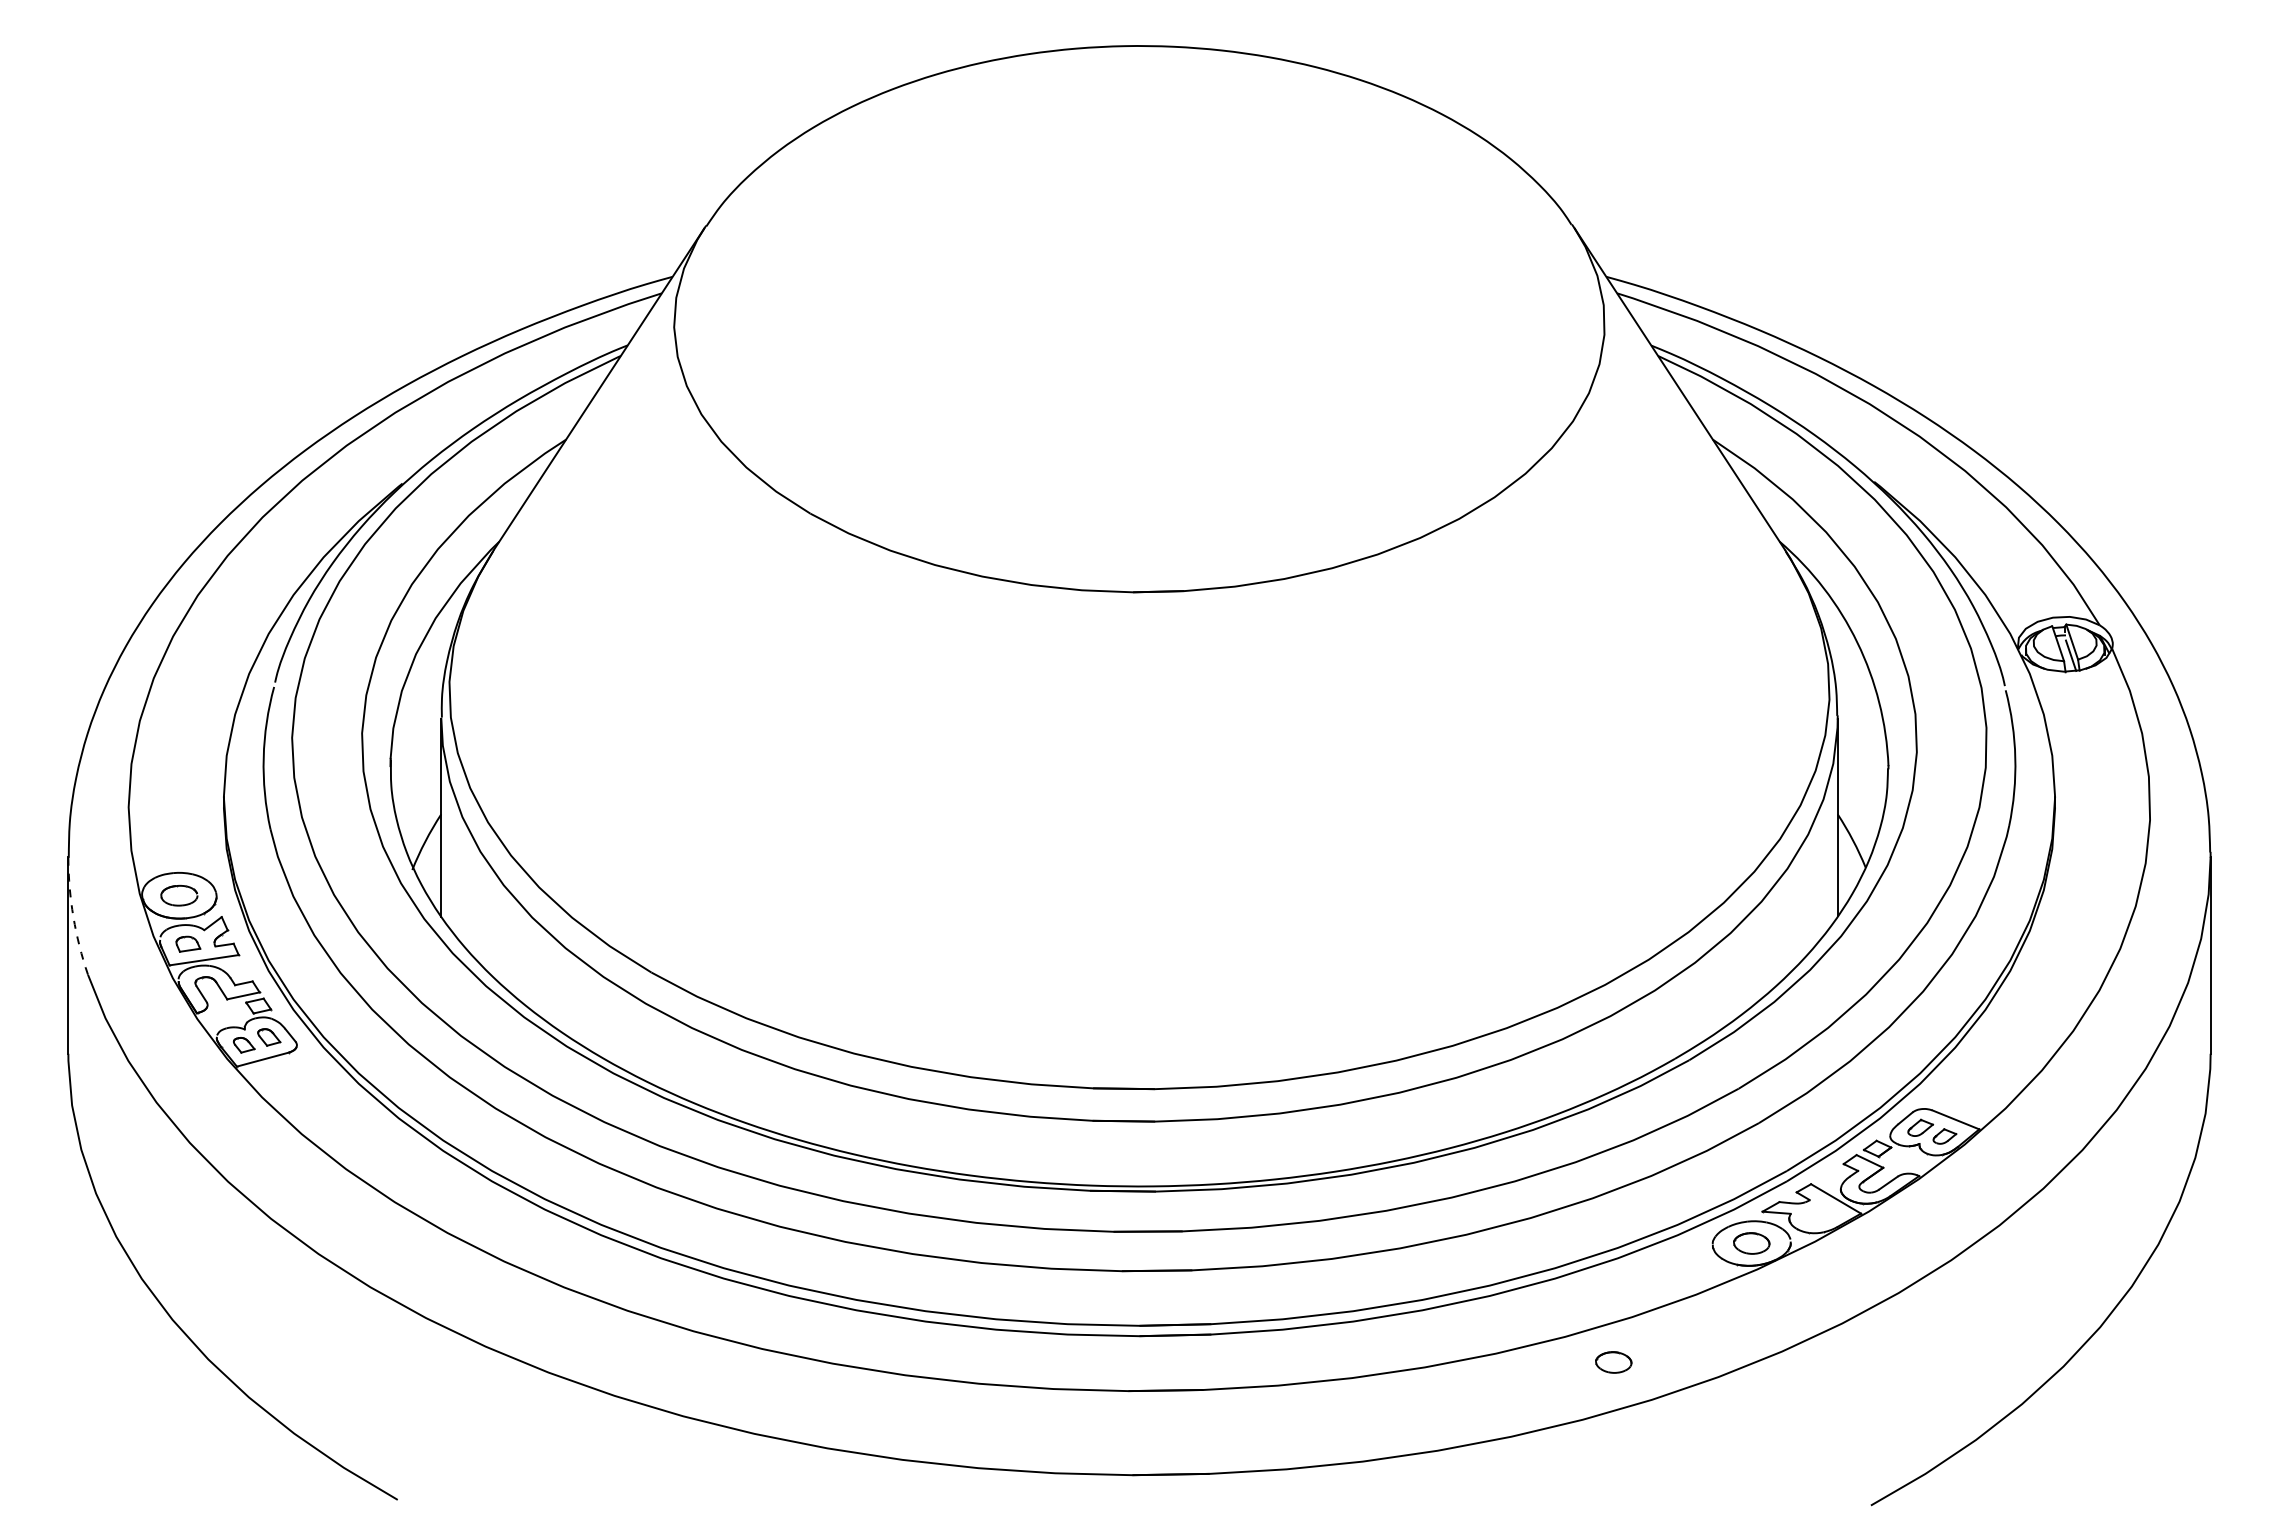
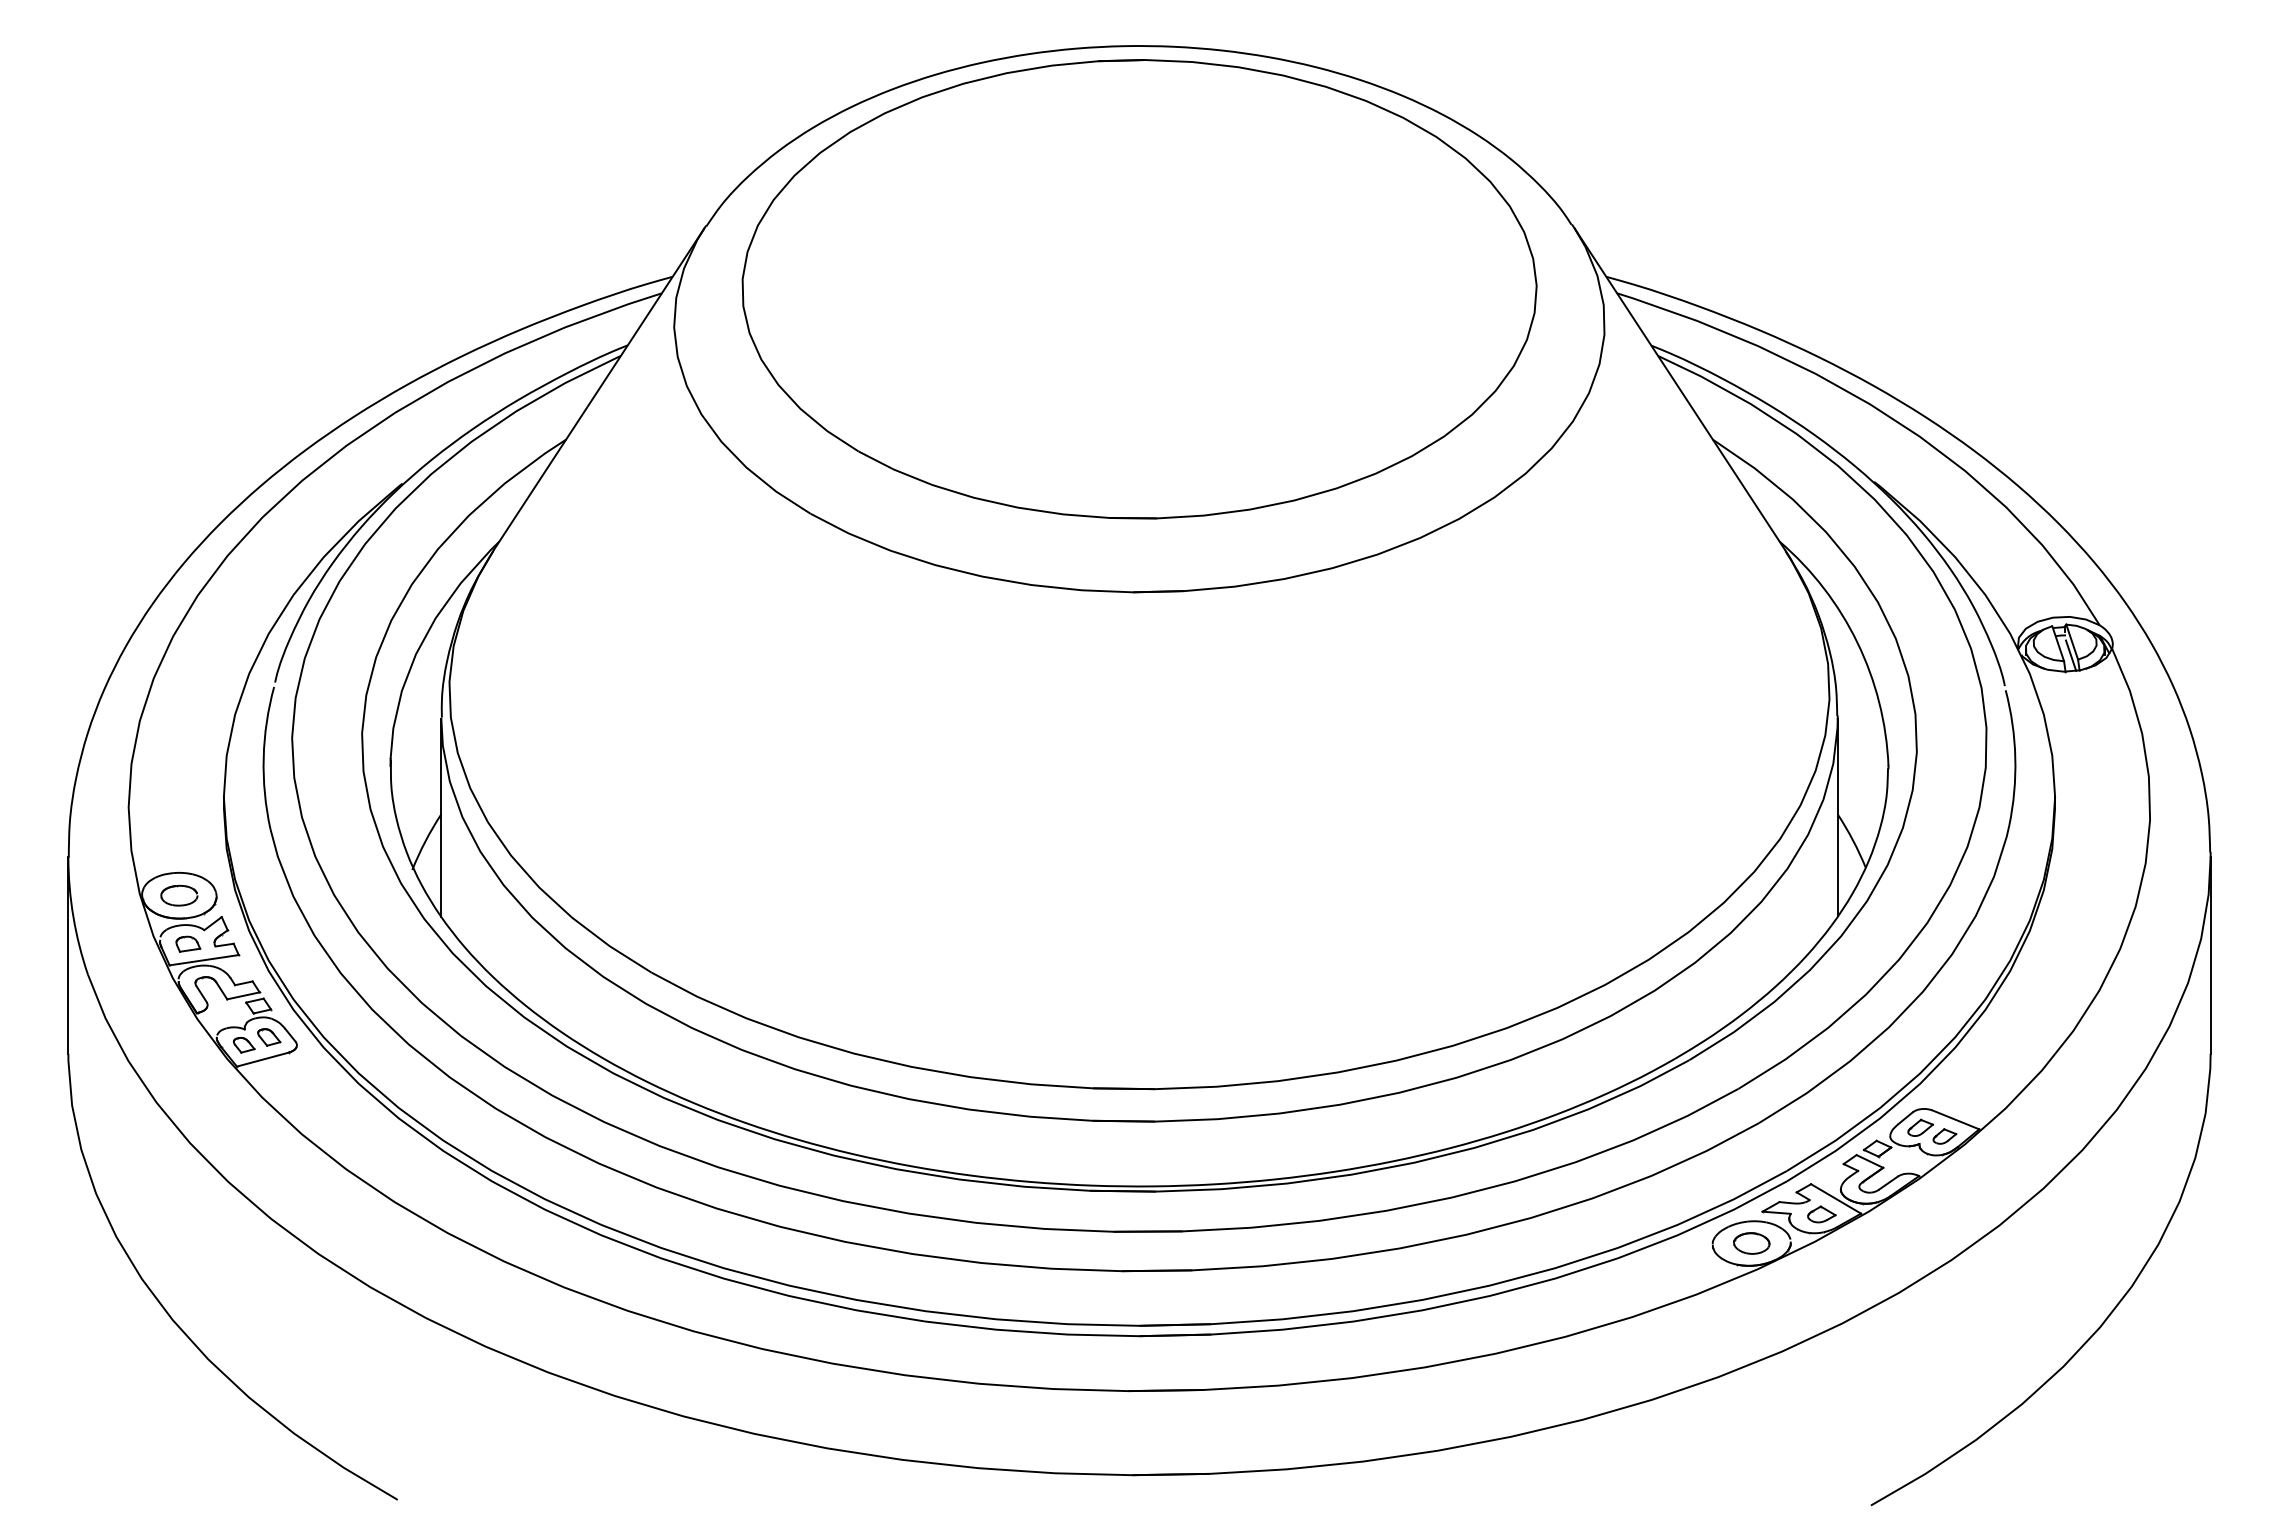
part at (1139, 289): none -> present
arc at (73, 917): dashed -> solid
part at (1821, 1214): none -> present
part at (1613, 1362): present -> none
